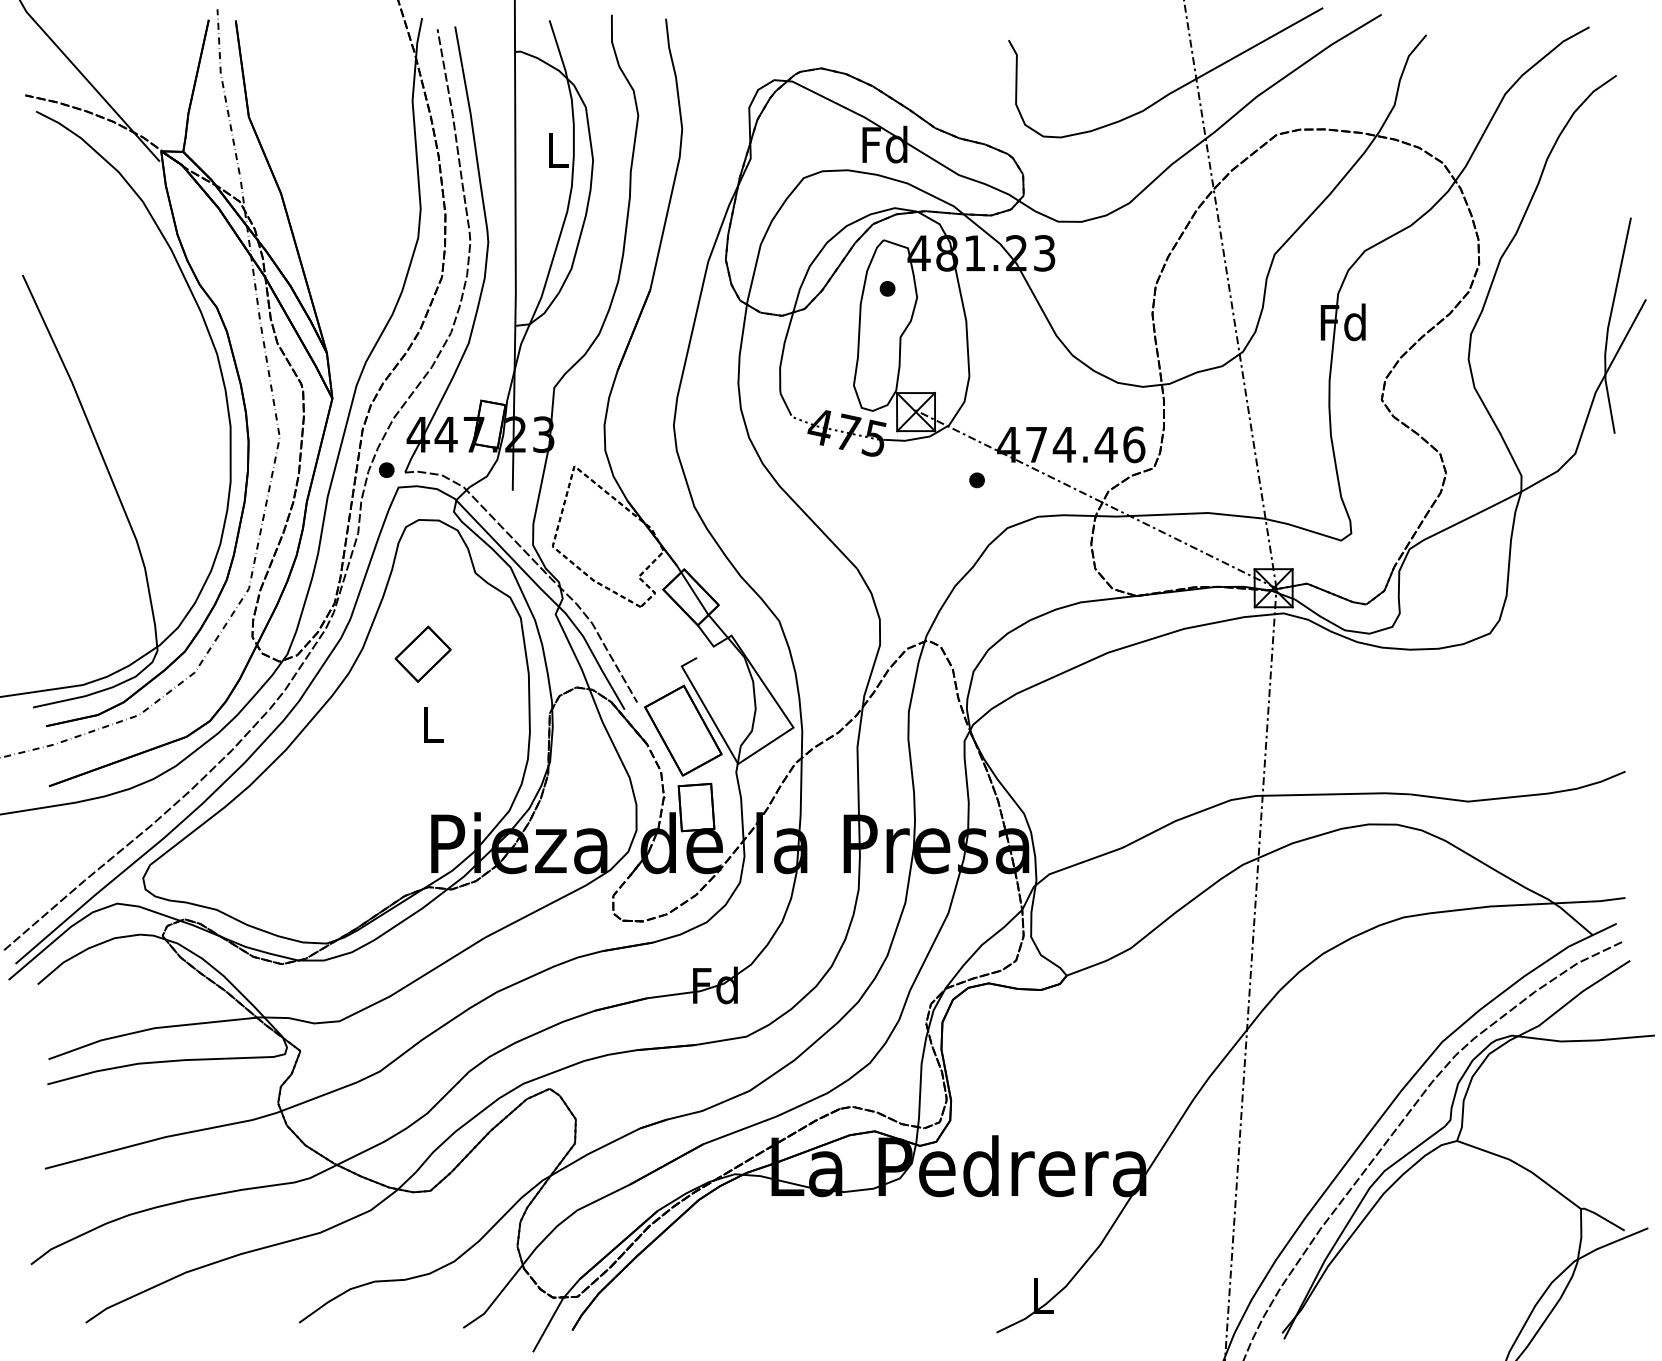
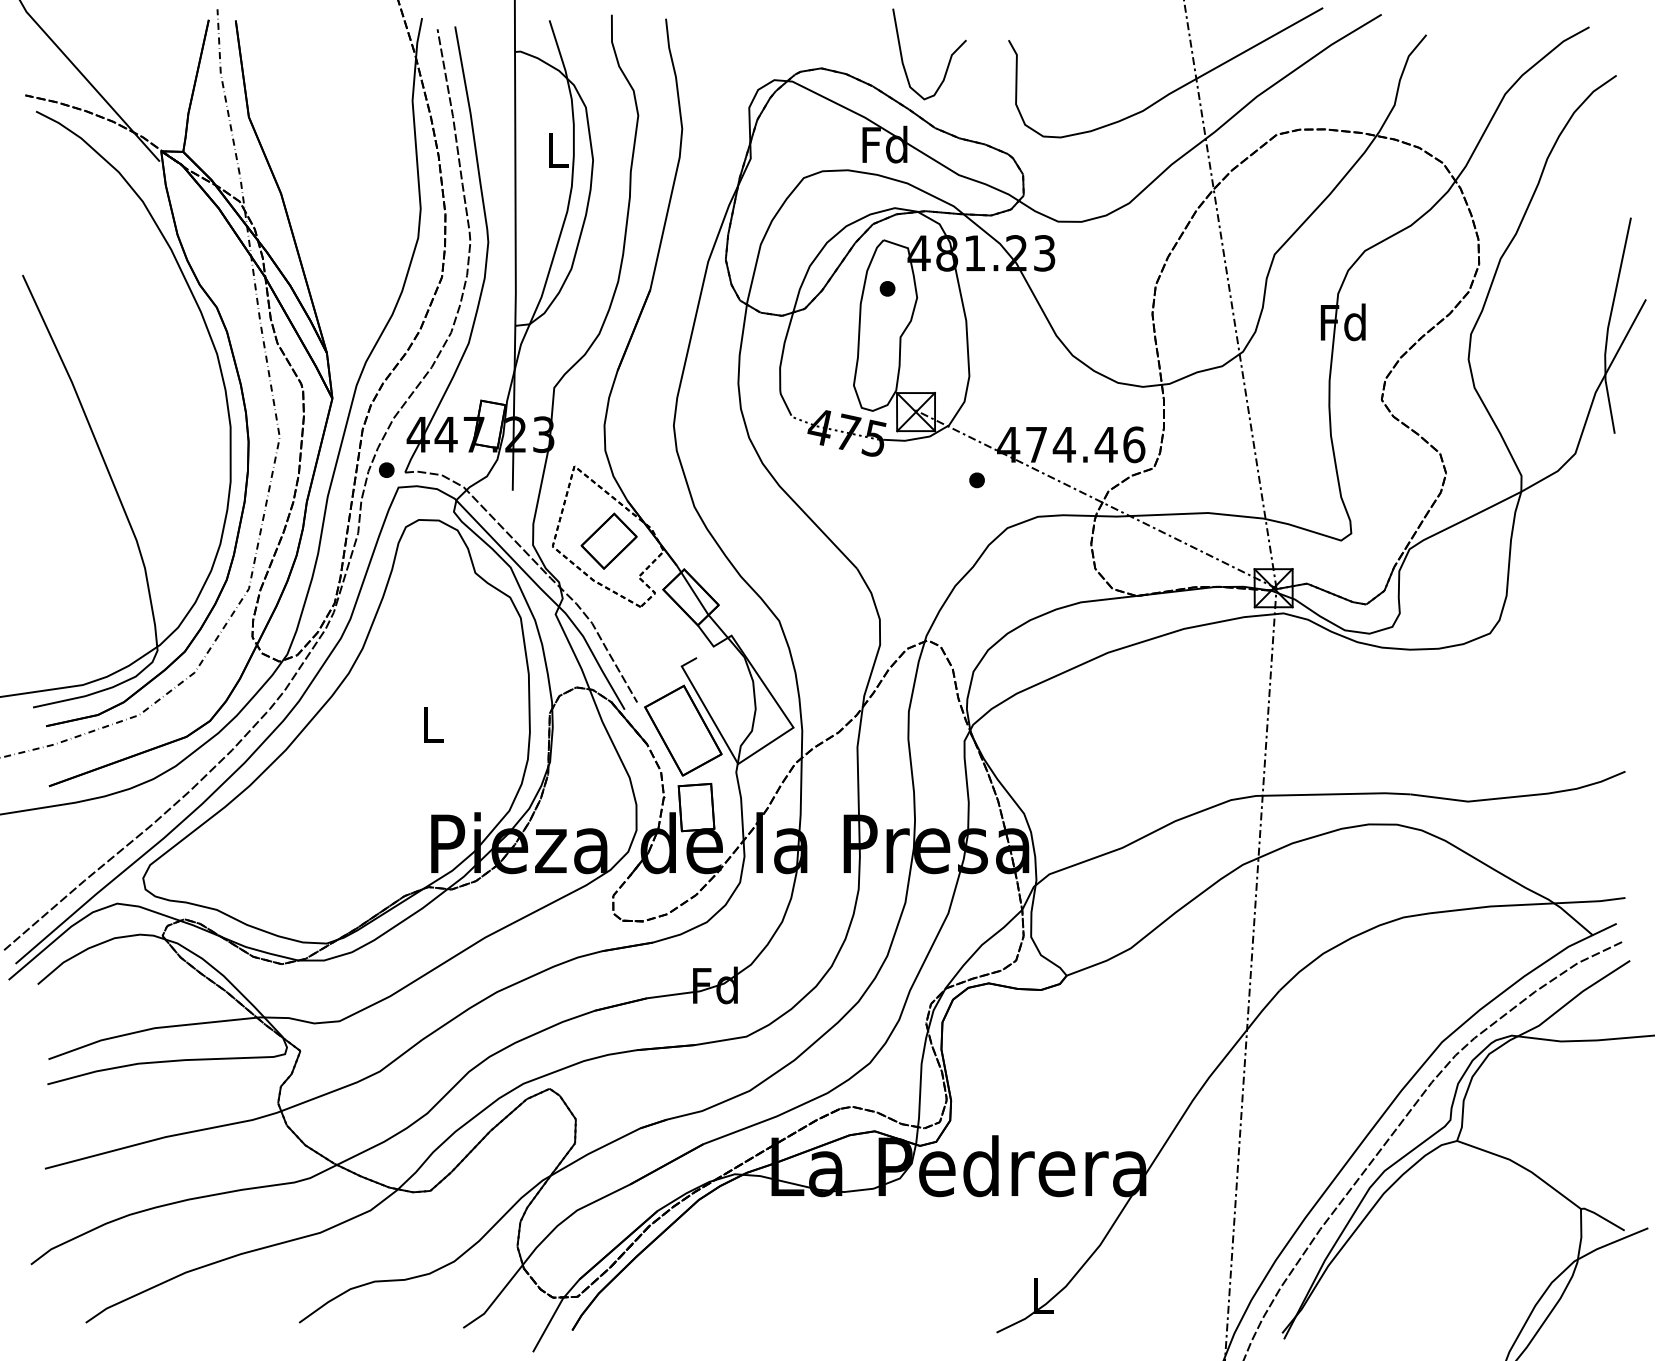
curve at (948, 61): none -> present
part at (422, 653) position: (422, 653) -> (608, 540)
